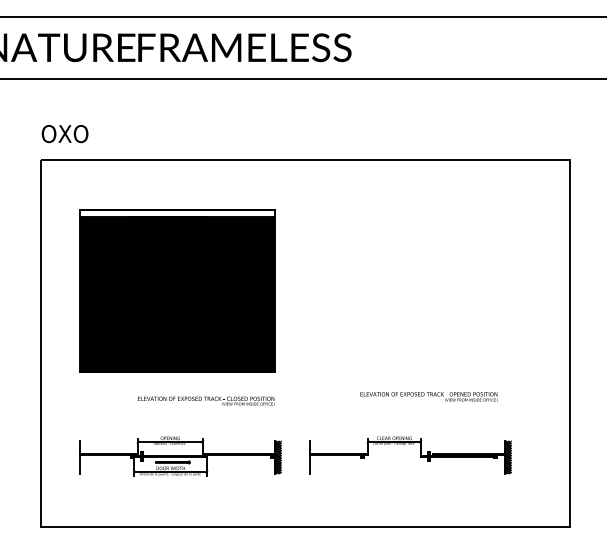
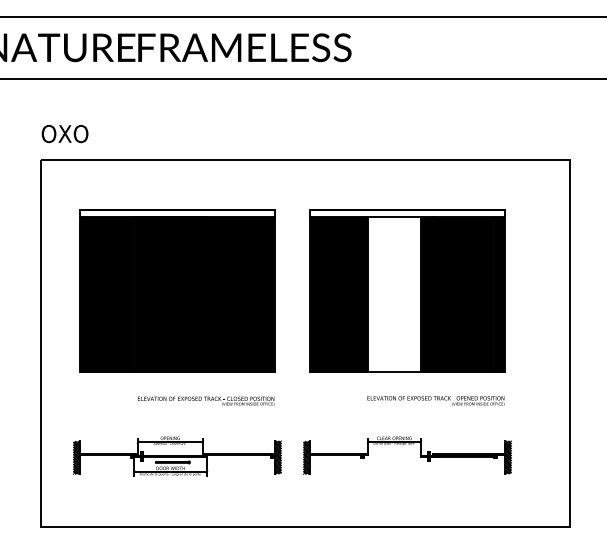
part at (407, 290): none -> present
text at (428, 396) position: (428, 396) -> (435, 400)
hatch at (76, 457): none -> present
hatch at (306, 457): none -> present
